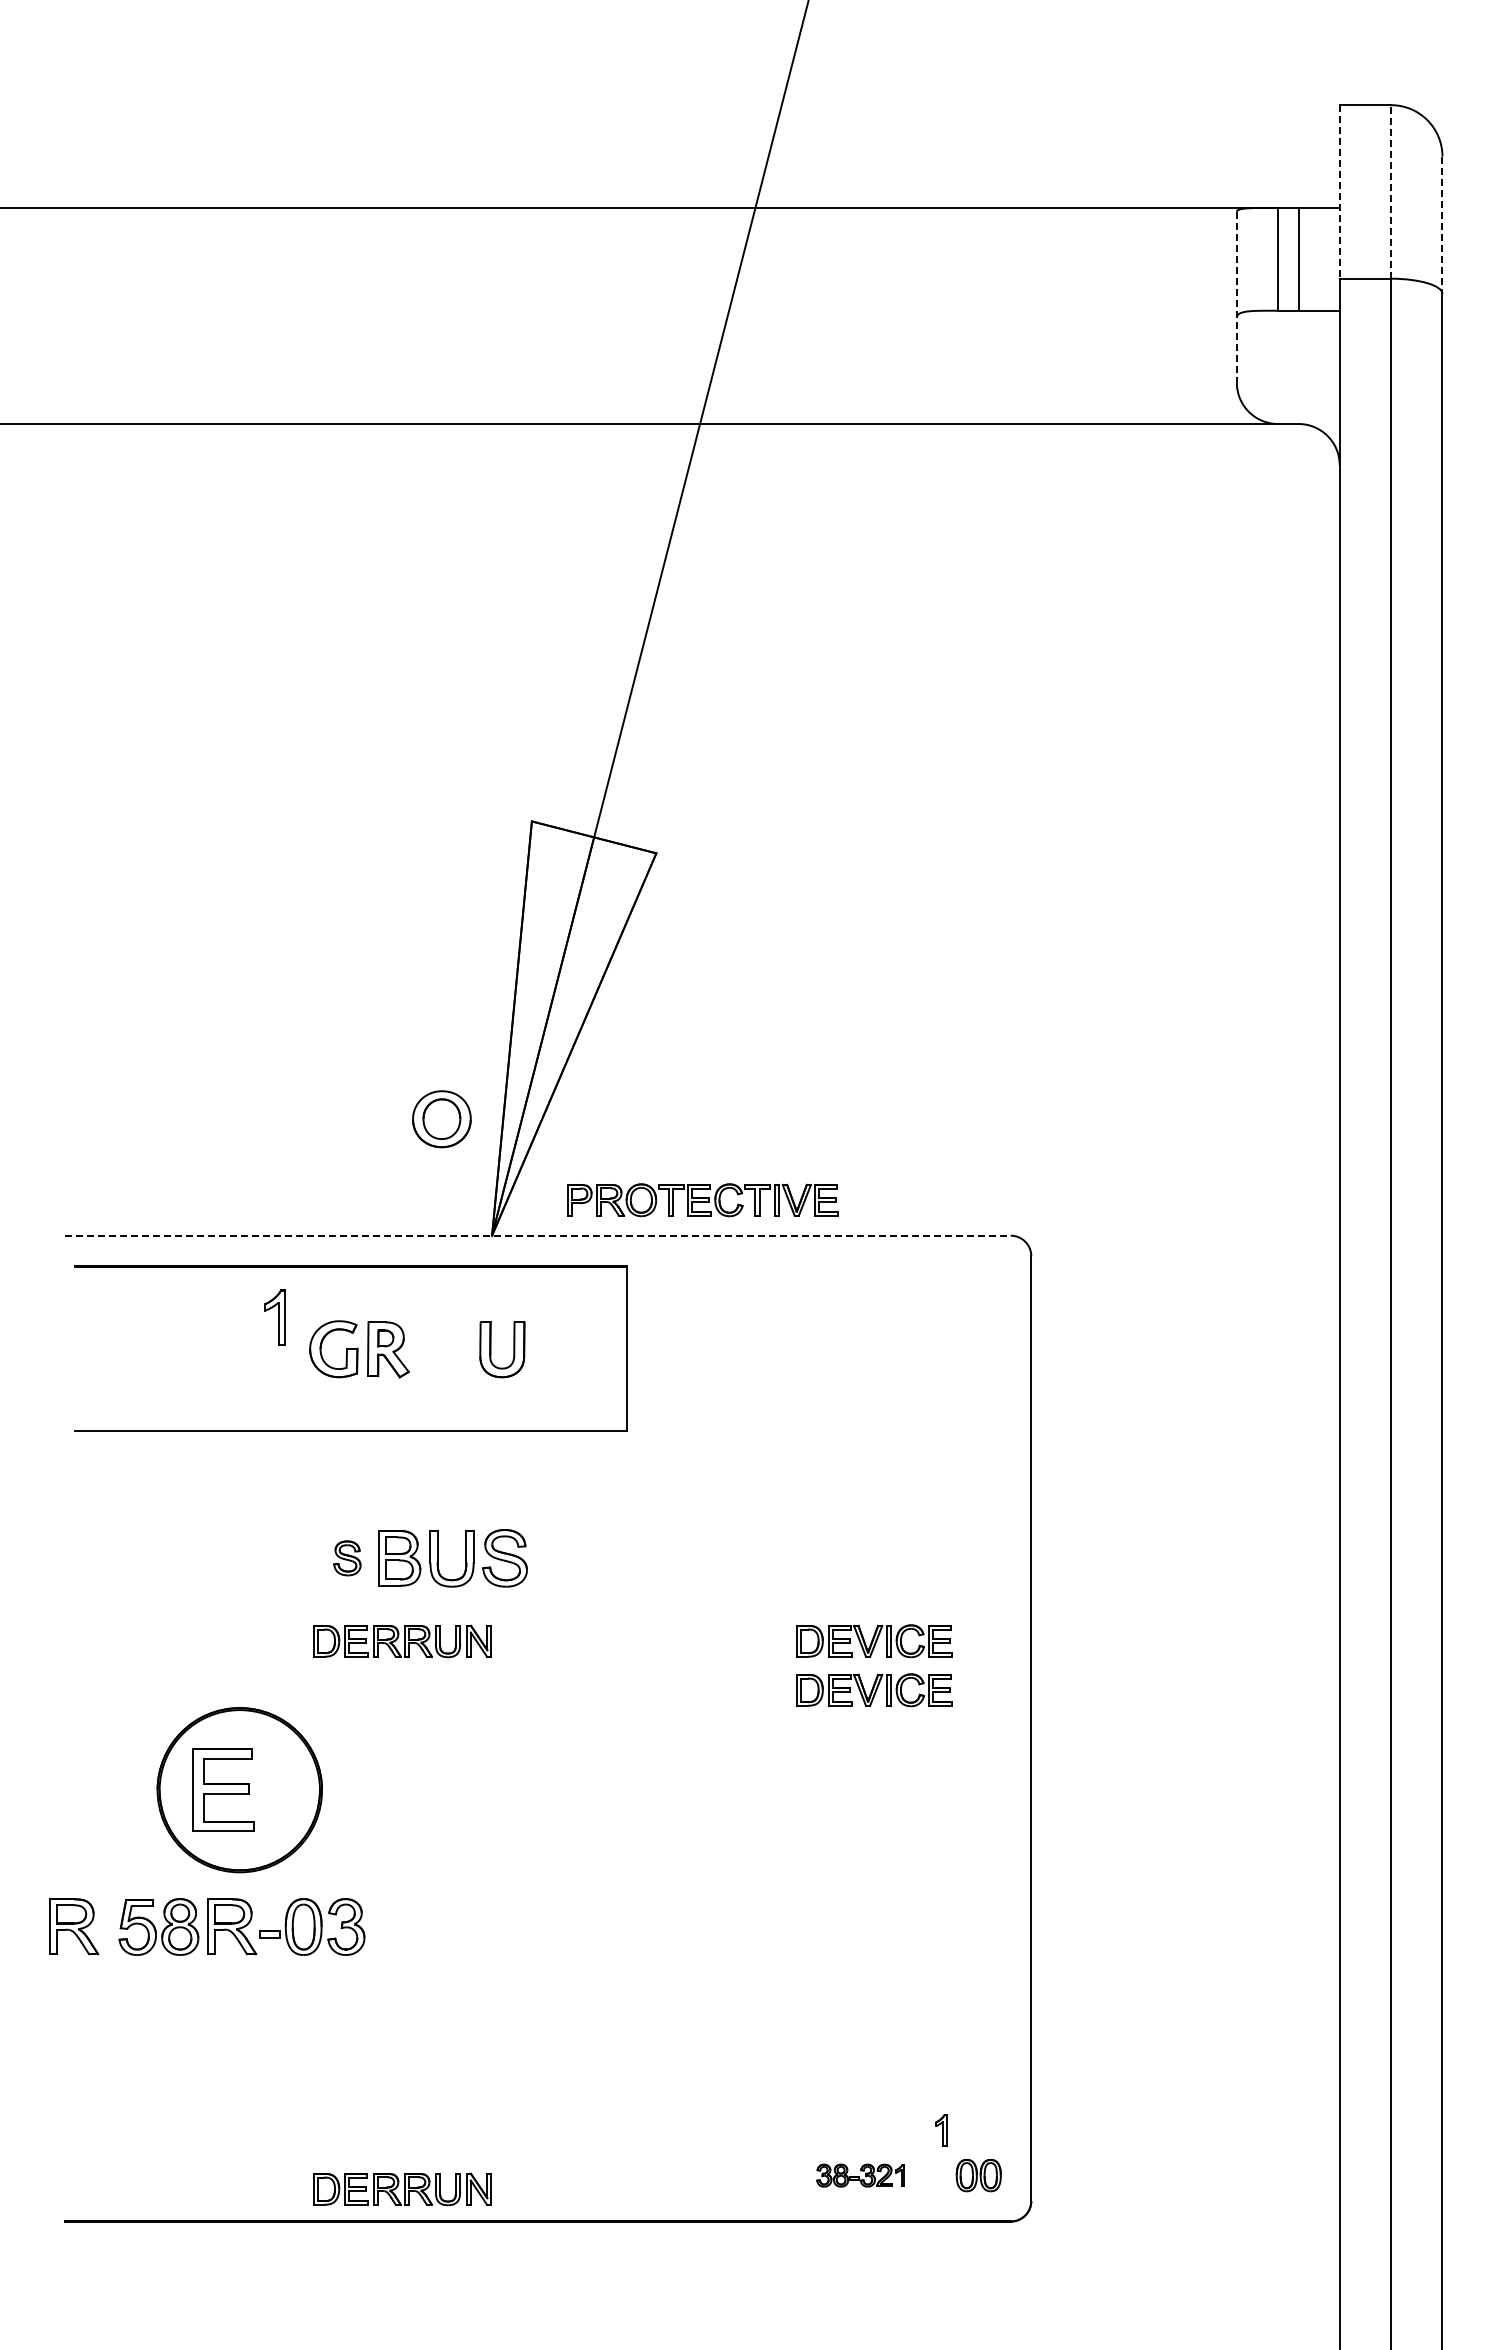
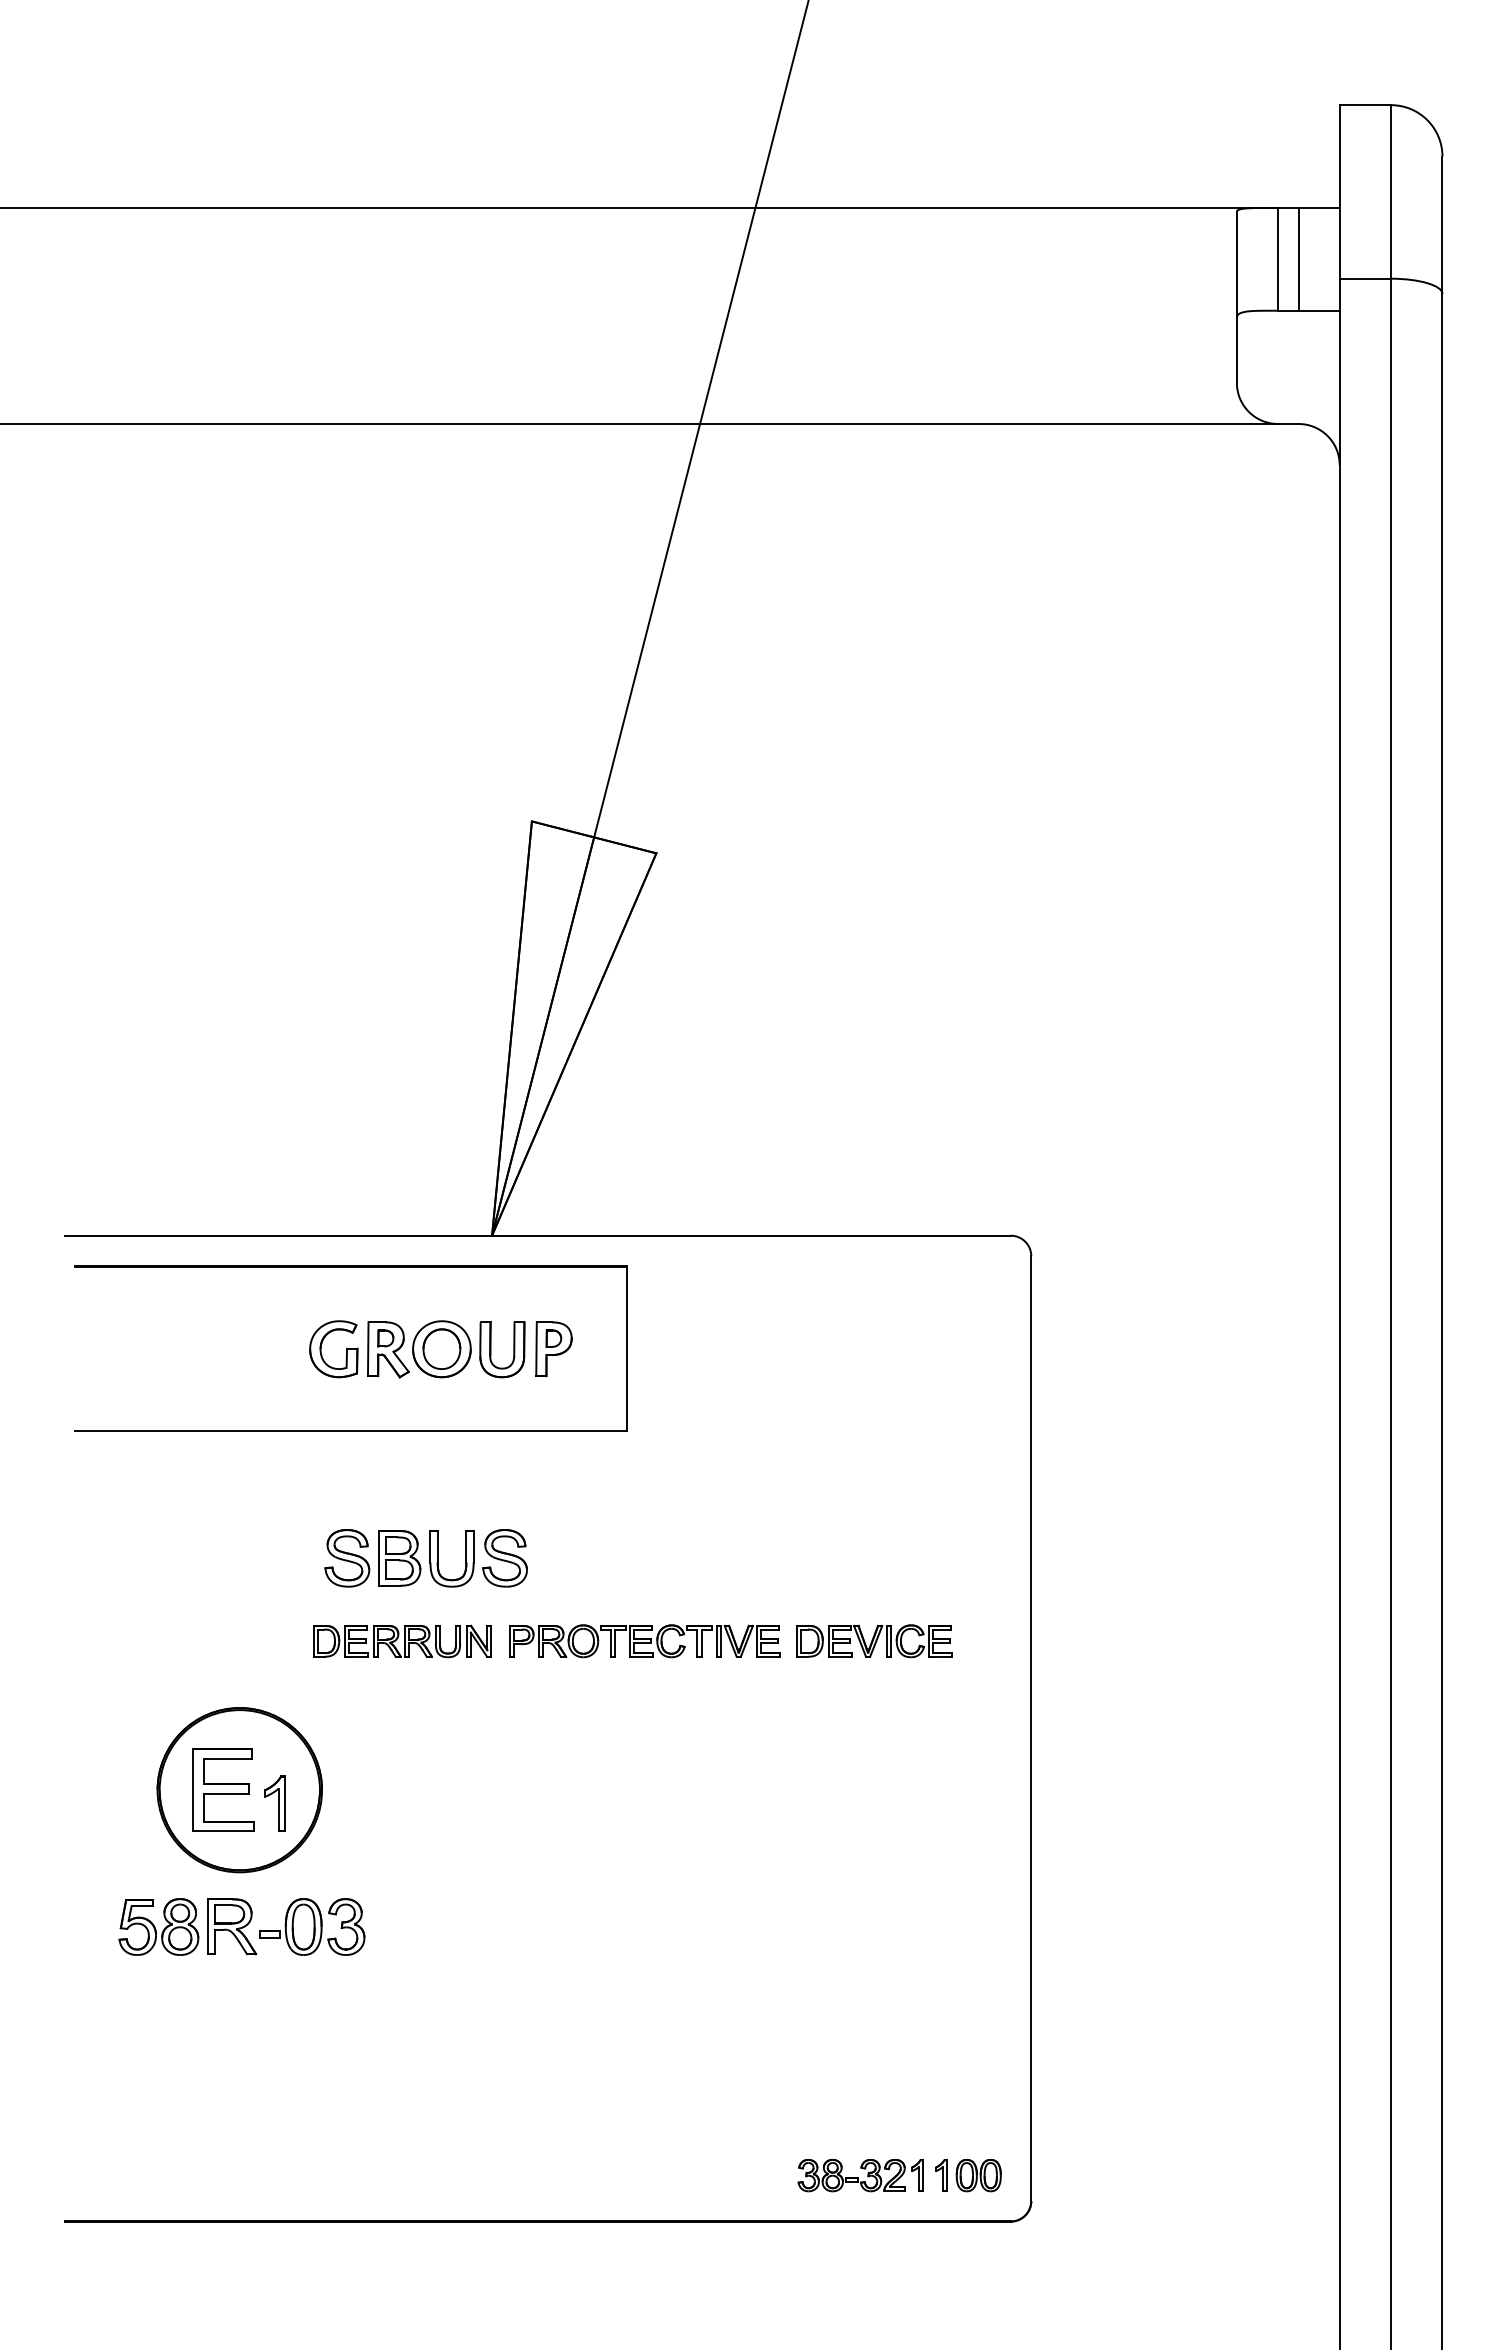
line at (1339, 191): dashed -> solid
line at (1391, 191): dashed -> solid
line at (1442, 225): dashed -> solid
line at (1236, 297): dashed -> solid
part at (441, 1119) position: (441, 1119) -> (441, 1349)
part at (702, 1200) position: (702, 1200) -> (644, 1641)
line at (537, 1235): dashed -> solid
part at (274, 1317) position: (274, 1317) -> (274, 1803)
part at (553, 1349): none -> present
part at (347, 1558) size: 29x37 px -> 47x59 px
part at (874, 1690): present -> none
part at (74, 1926): present -> none
part at (941, 2130) position: (941, 2130) -> (941, 2175)
part at (860, 2175) size: 89x25 px -> 127x34 px
part at (402, 2189): present -> none
